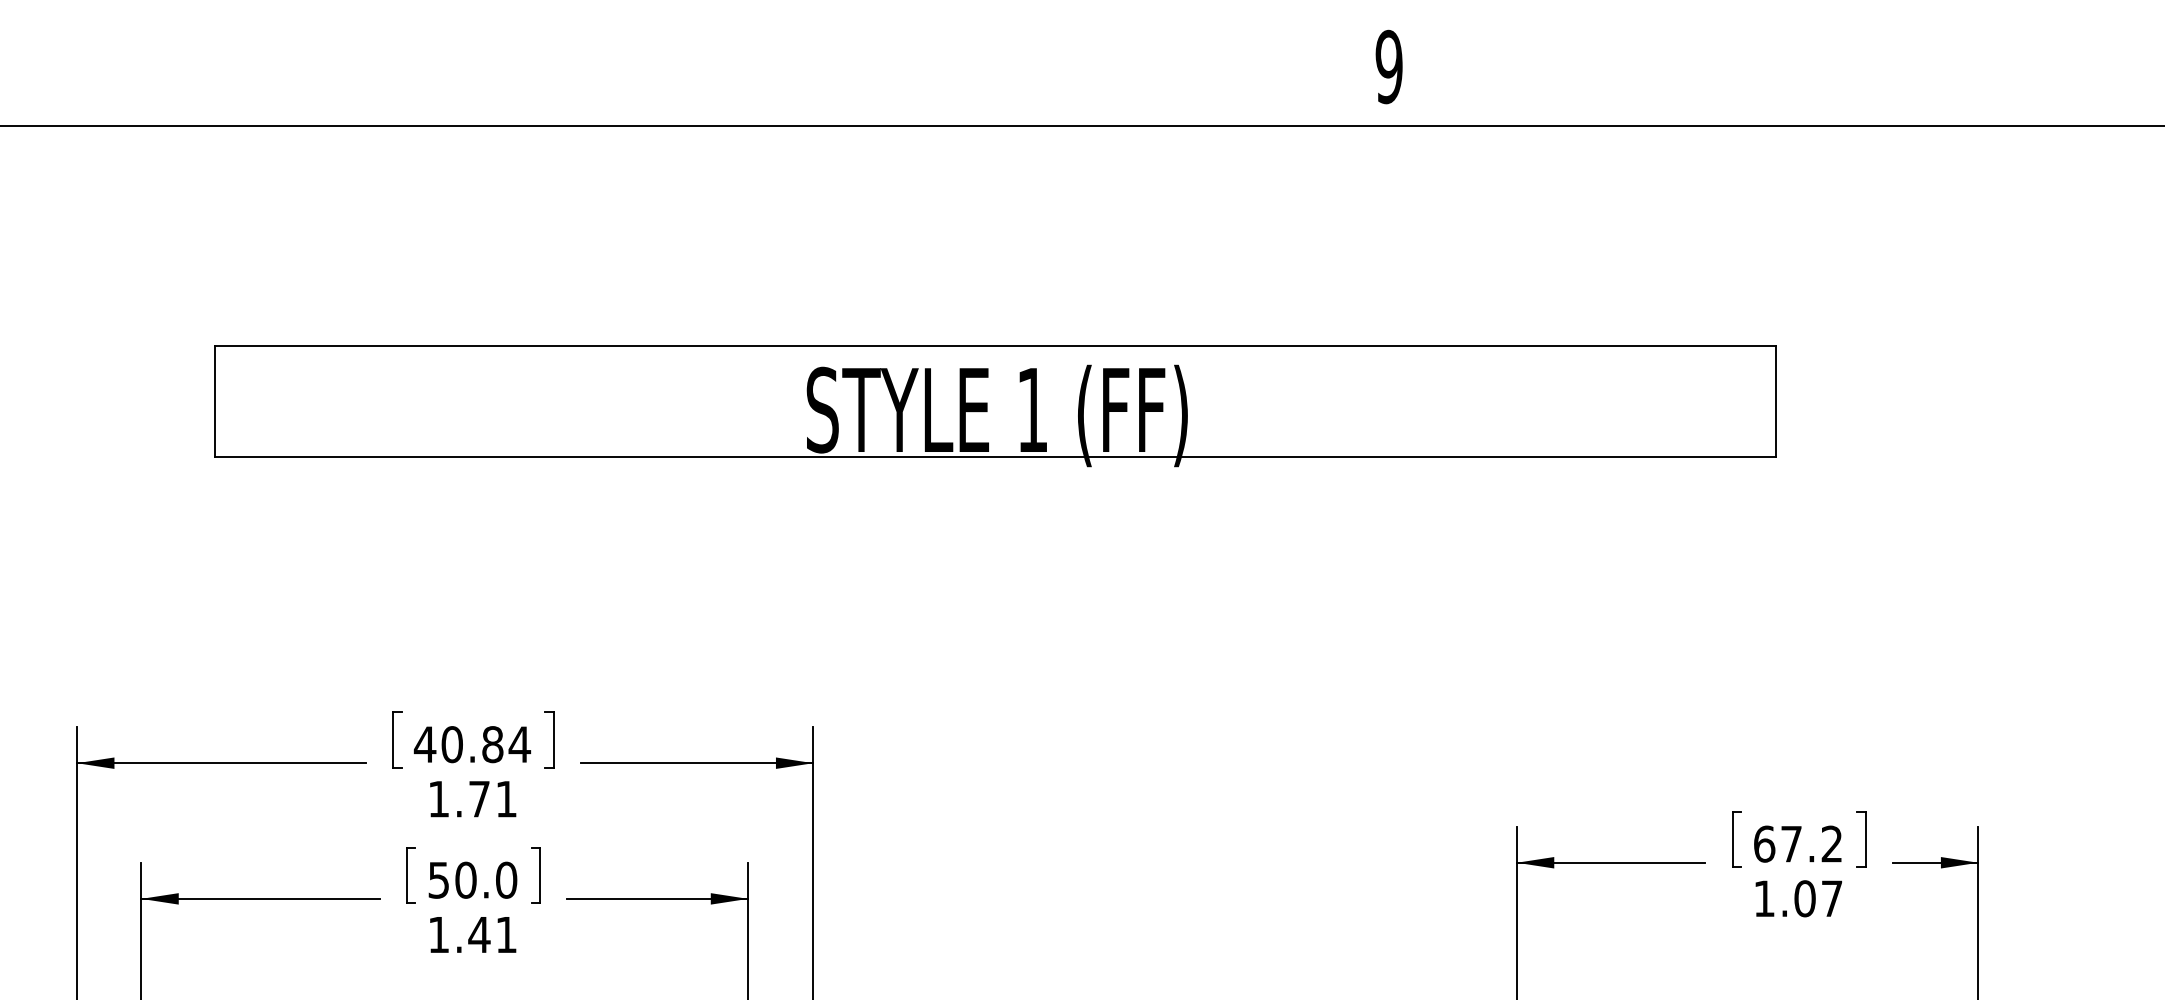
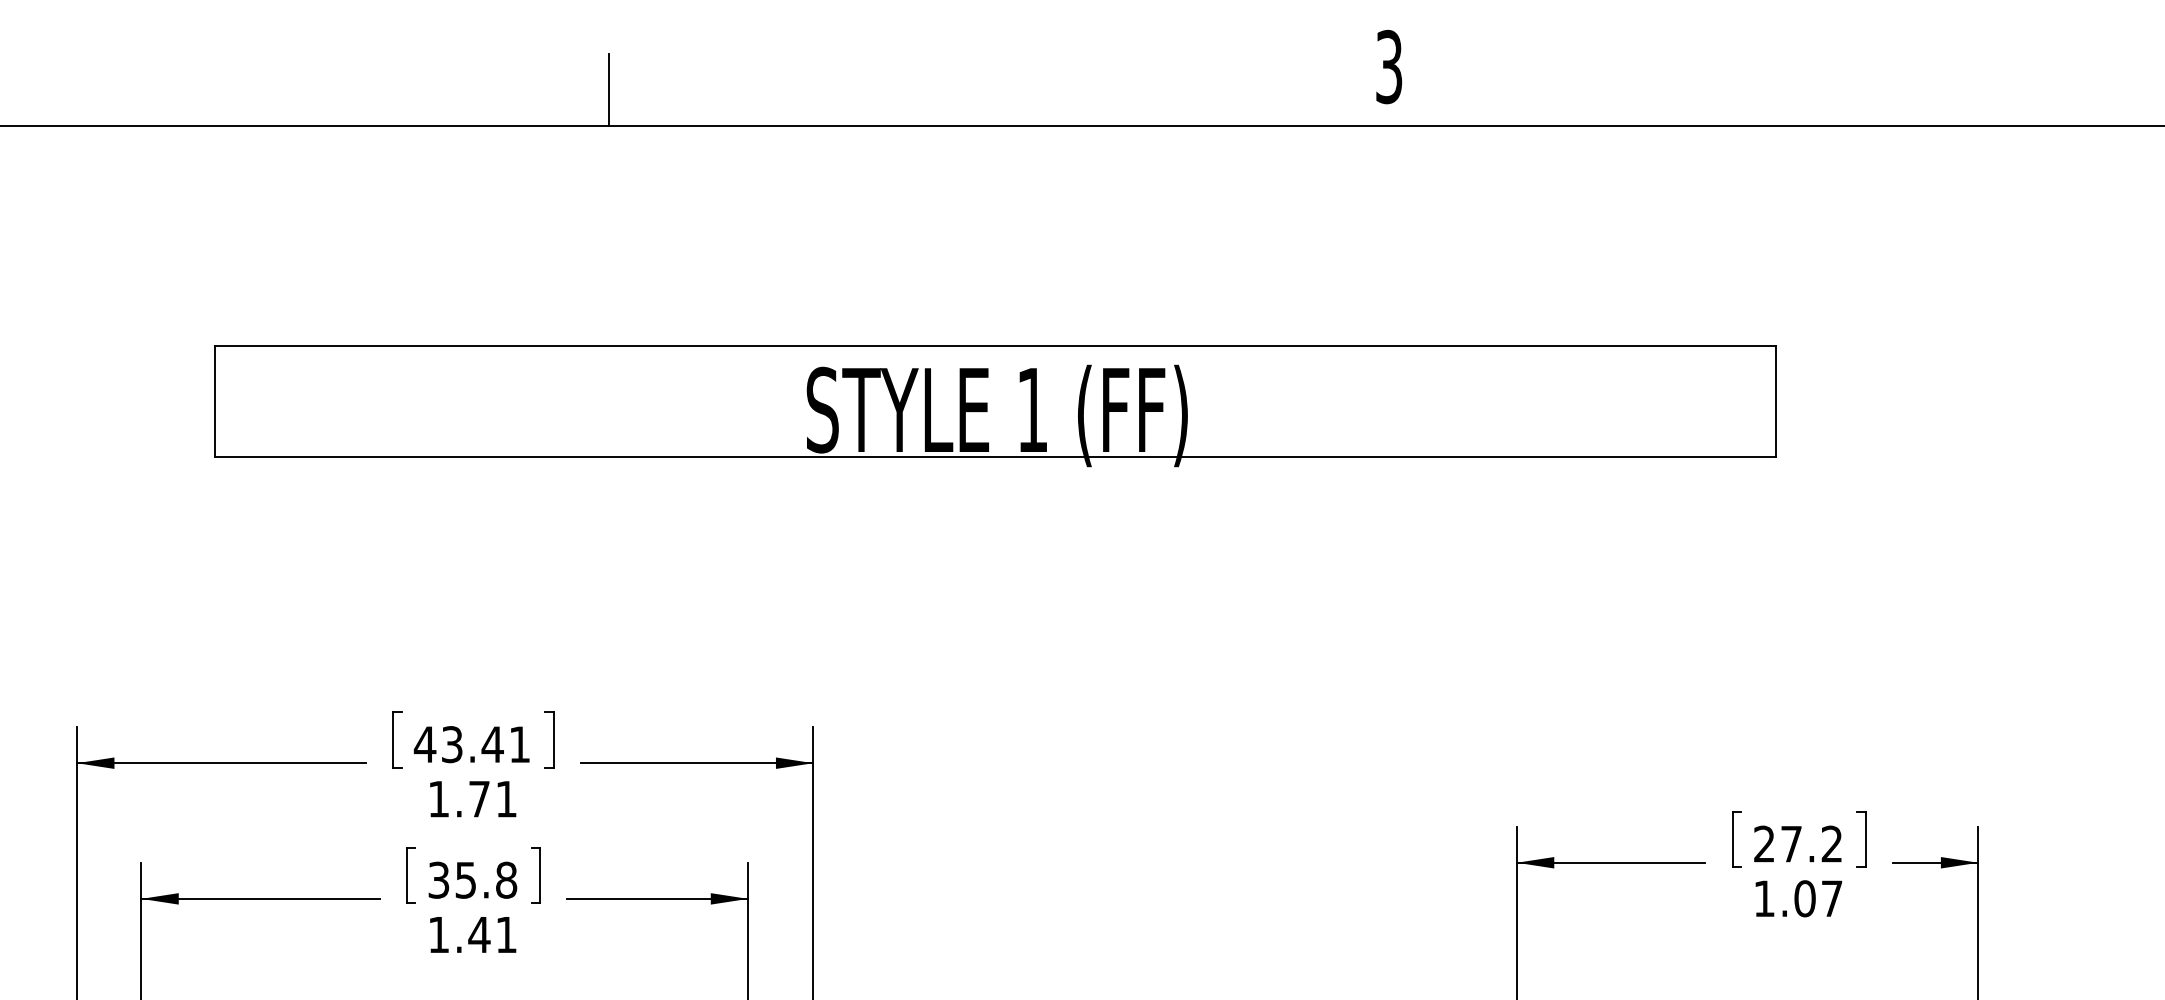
text at (1388, 67): 9 -> 3
line at (608, 90): none -> present
text at (486, 744): 40.84 -> 43.41
text at (1764, 843): 67.2 -> 27.2
text at (473, 879): 50.0 -> 35.8
